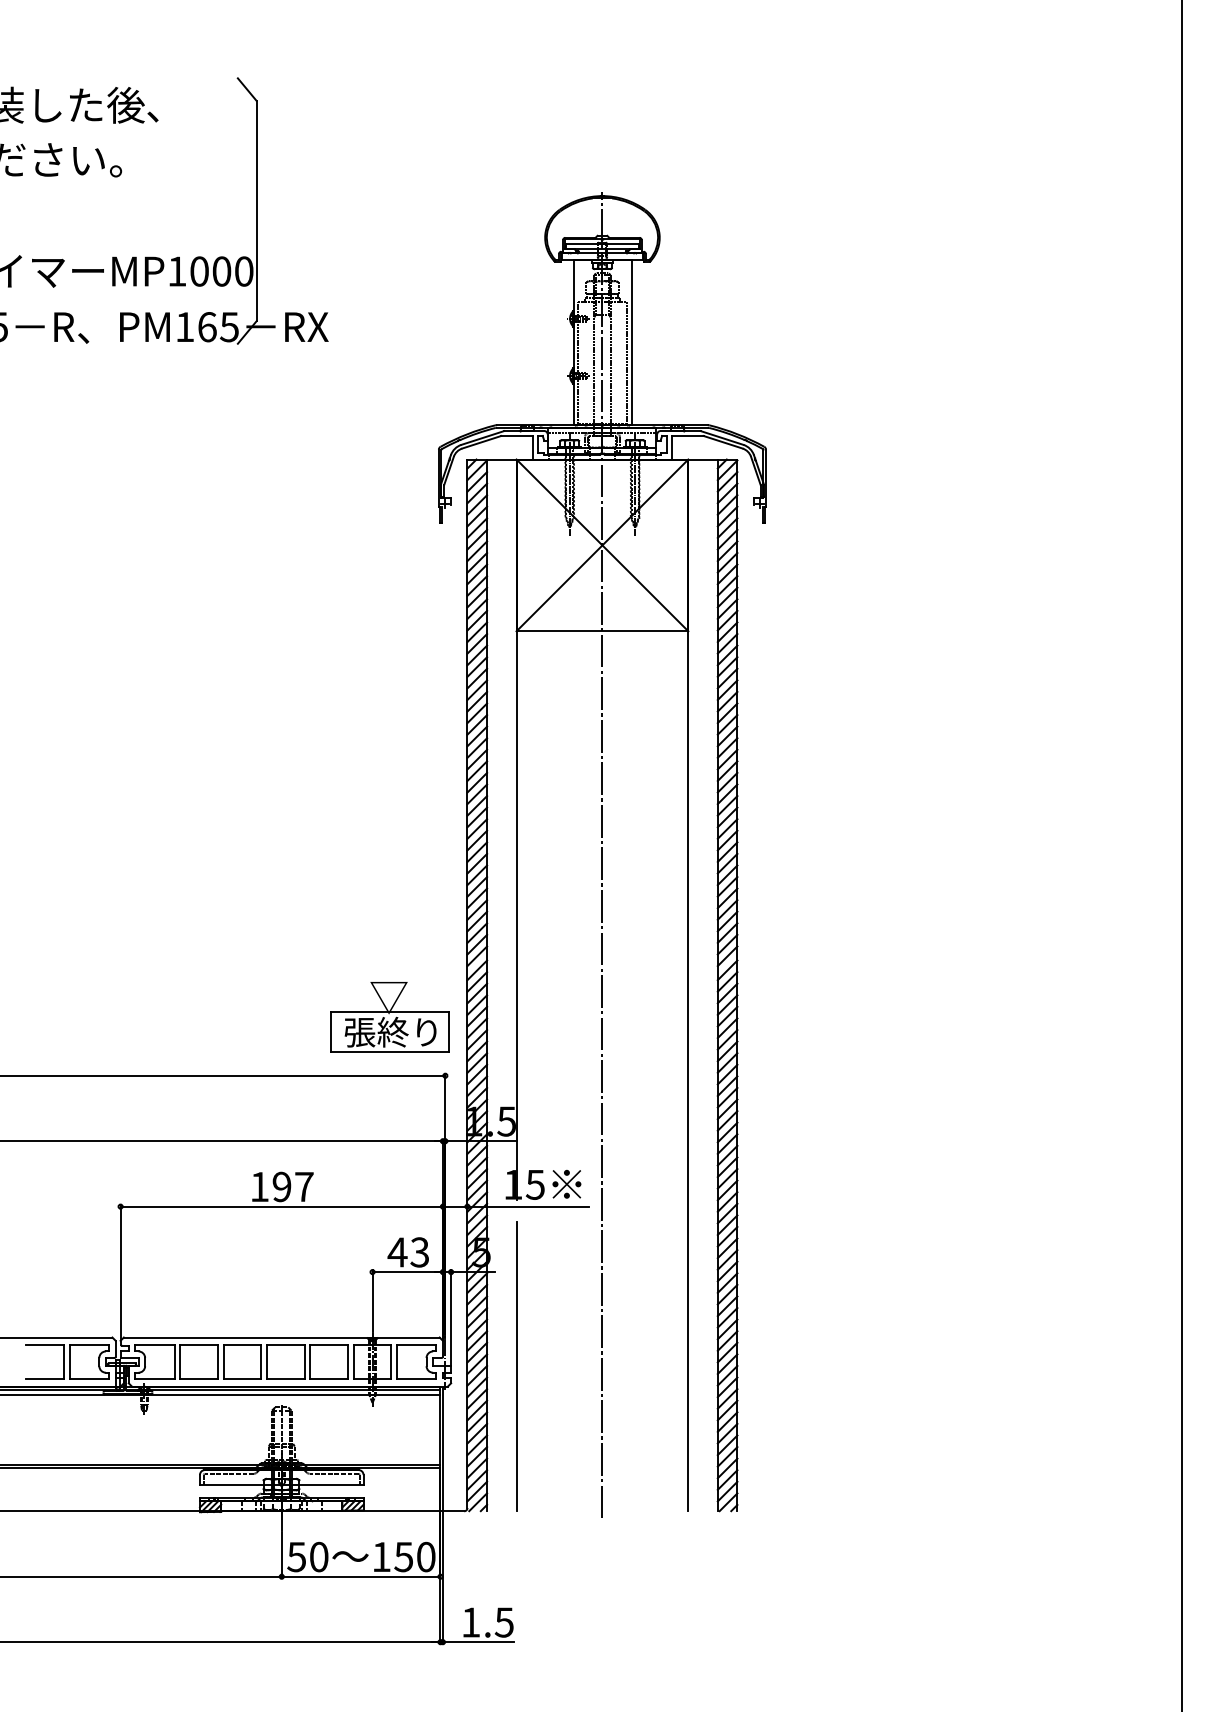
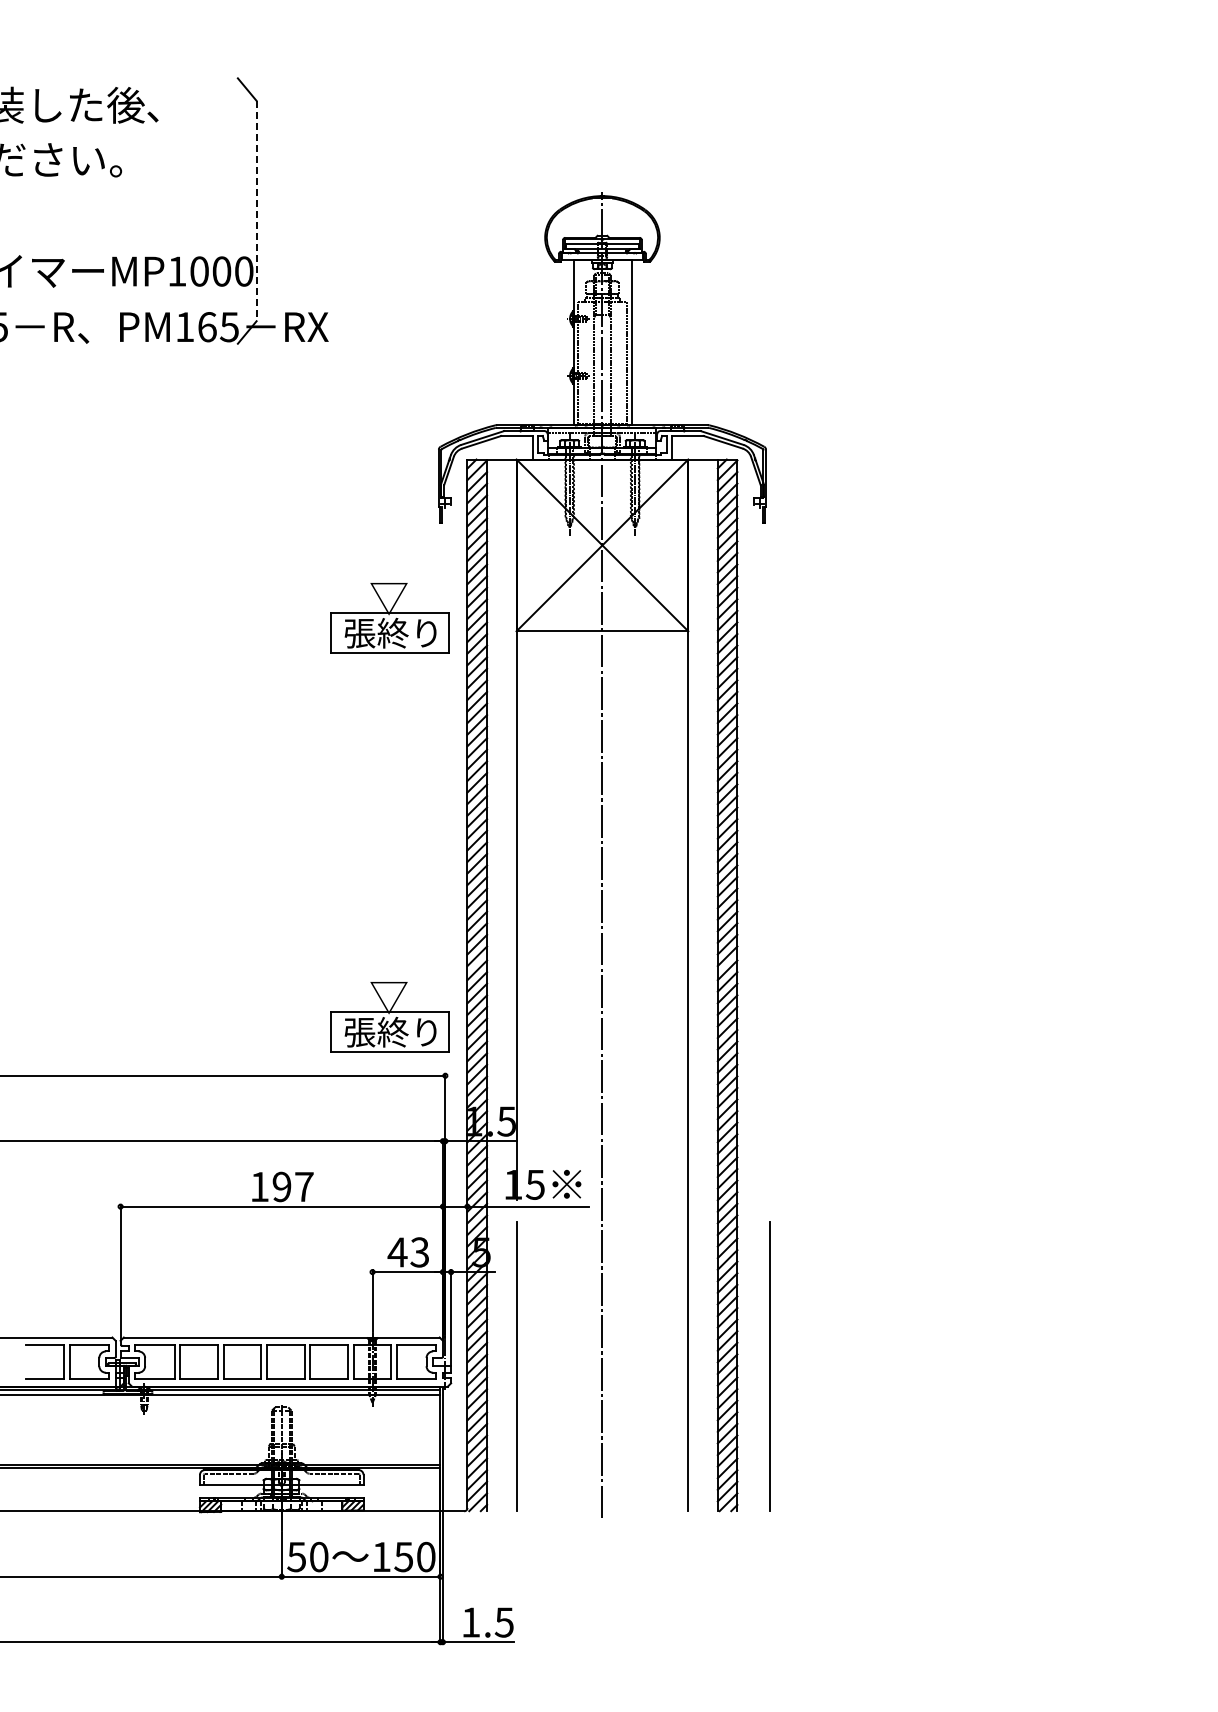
line at (256, 211): solid -> dashed
part at (389, 618): none -> present
line at (1181, 855): present -> none
line at (769, 1366): none -> present
